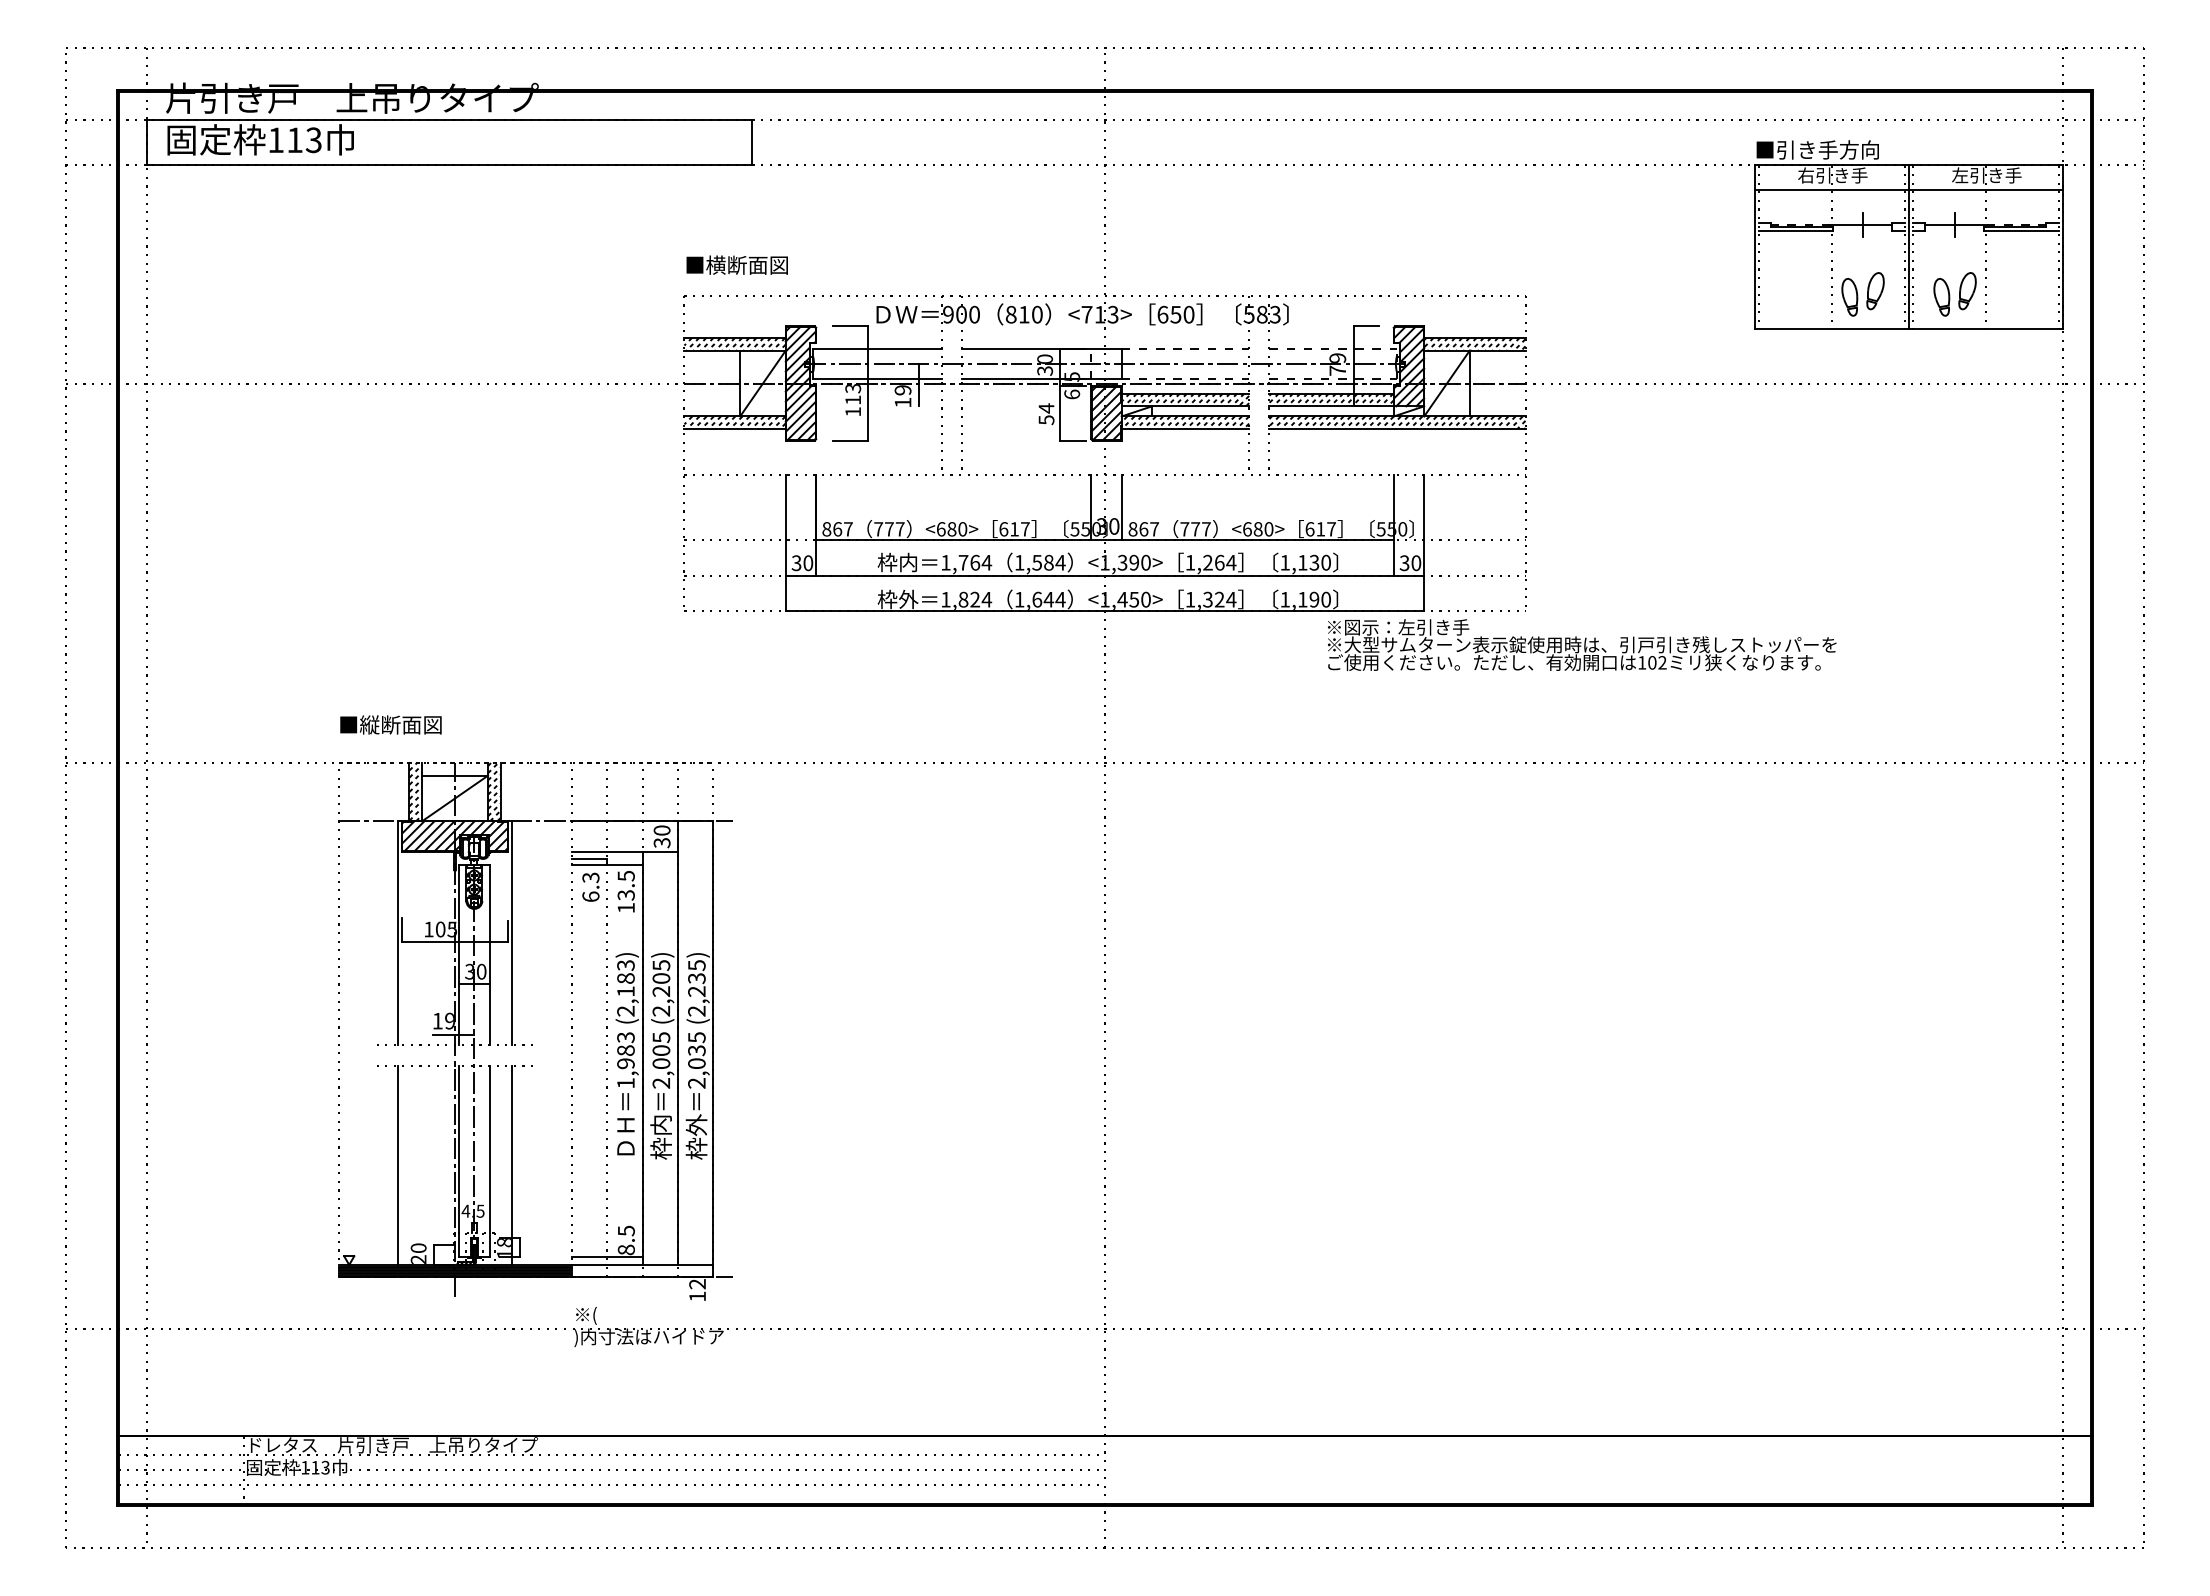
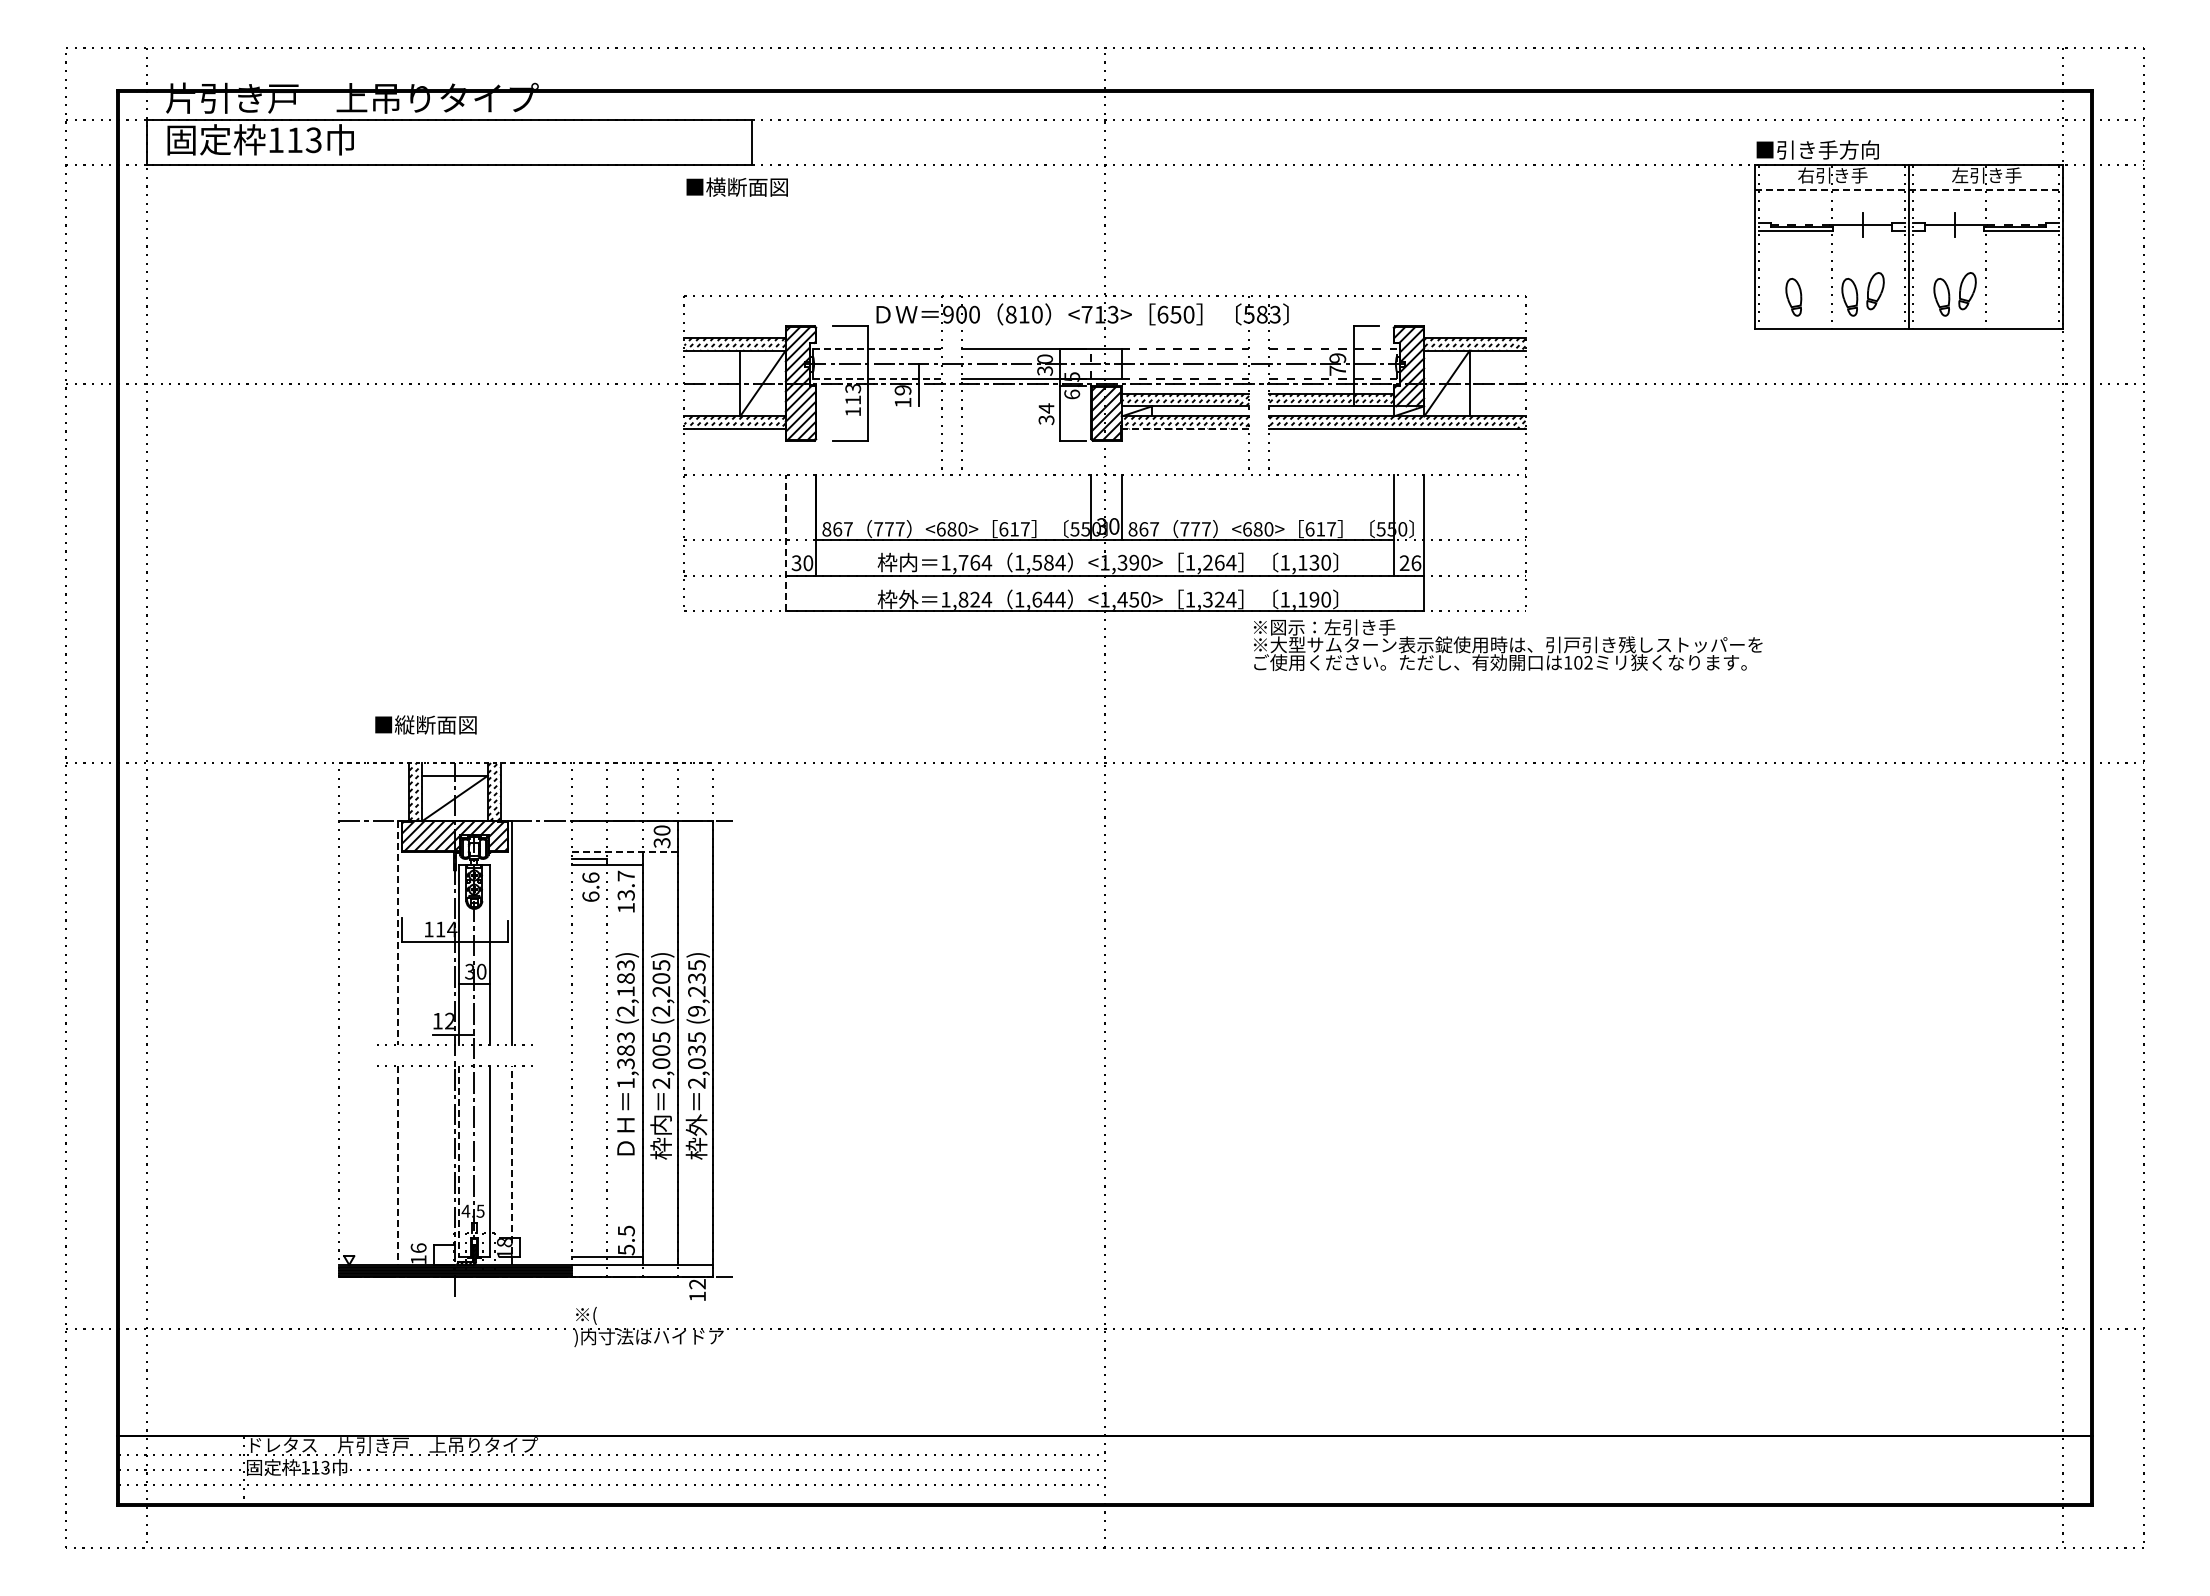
line at (1909, 189): solid -> dashed
text at (736, 264) position: (736, 264) -> (736, 186)
part at (1793, 297): none -> present
line at (878, 349): solid -> dashed
line at (878, 379): solid -> dashed
text at (1045, 419): 54 -> 34
line at (1185, 429): solid -> dashed
line at (785, 542): solid -> dashed
text at (1410, 563): 30 -> 26
text at (1582, 645) position: (1582, 645) -> (1508, 645)
text at (390, 724) position: (390, 724) -> (425, 724)
line at (624, 851): solid -> dashed
text at (625, 875): 13.5 -> 13.7
text at (590, 877): 6.3 -> 6.6
text at (446, 929): 105 -> 114
line at (397, 933): solid -> dashed
text at (696, 1010): (2,235) -> (9,235)
text at (450, 1021): 19 -> 12
text at (625, 1063): 1,983 -> 1,383
line at (459, 1161): solid -> dashed
line at (397, 1165): solid -> dashed
line at (512, 1165): solid -> dashed
text at (625, 1249): 8.5 -> 5.5
text at (418, 1253): 20 -> 16
